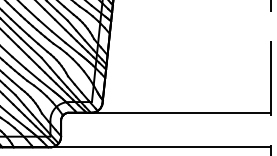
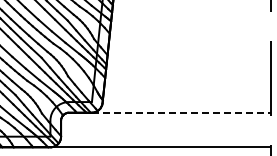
line at (181, 112): solid -> dashed
